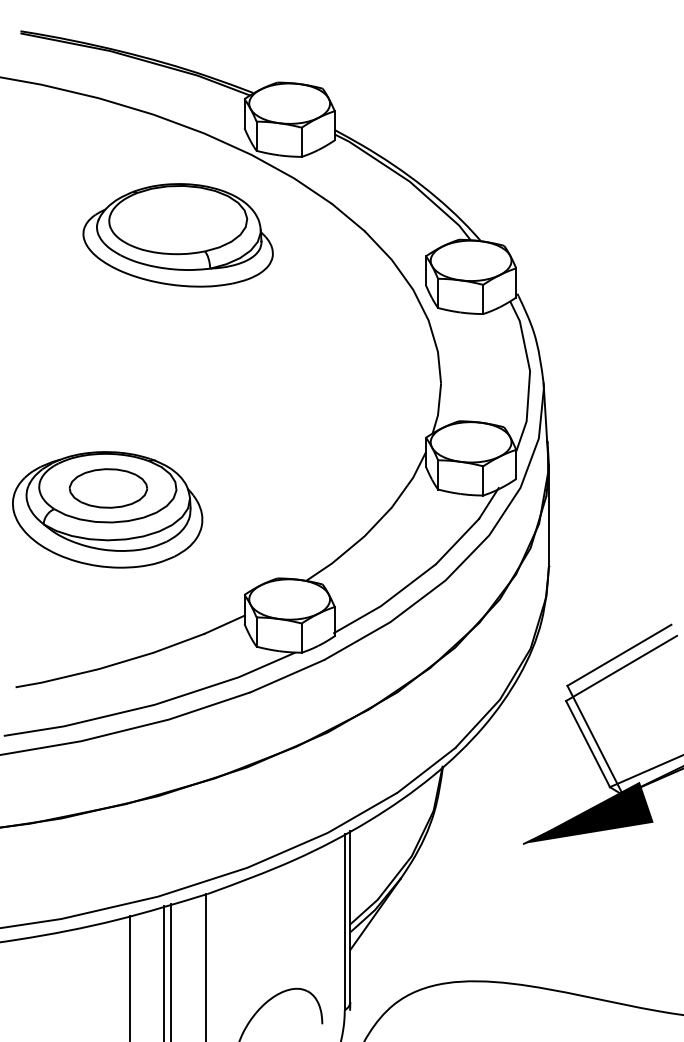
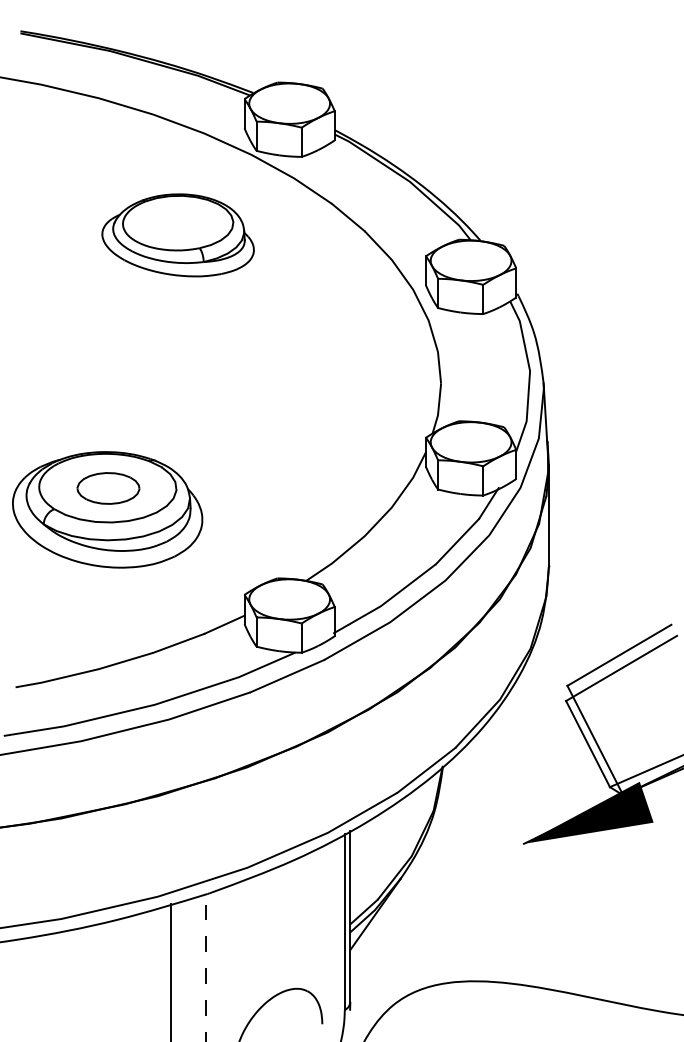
part at (177, 235) size: 192x105 px -> 154x85 px
part at (108, 488) size: 81x41 px -> 65x33 px
line at (206, 968): solid -> dashed
line at (164, 972): present -> none
line at (130, 977): present -> none
